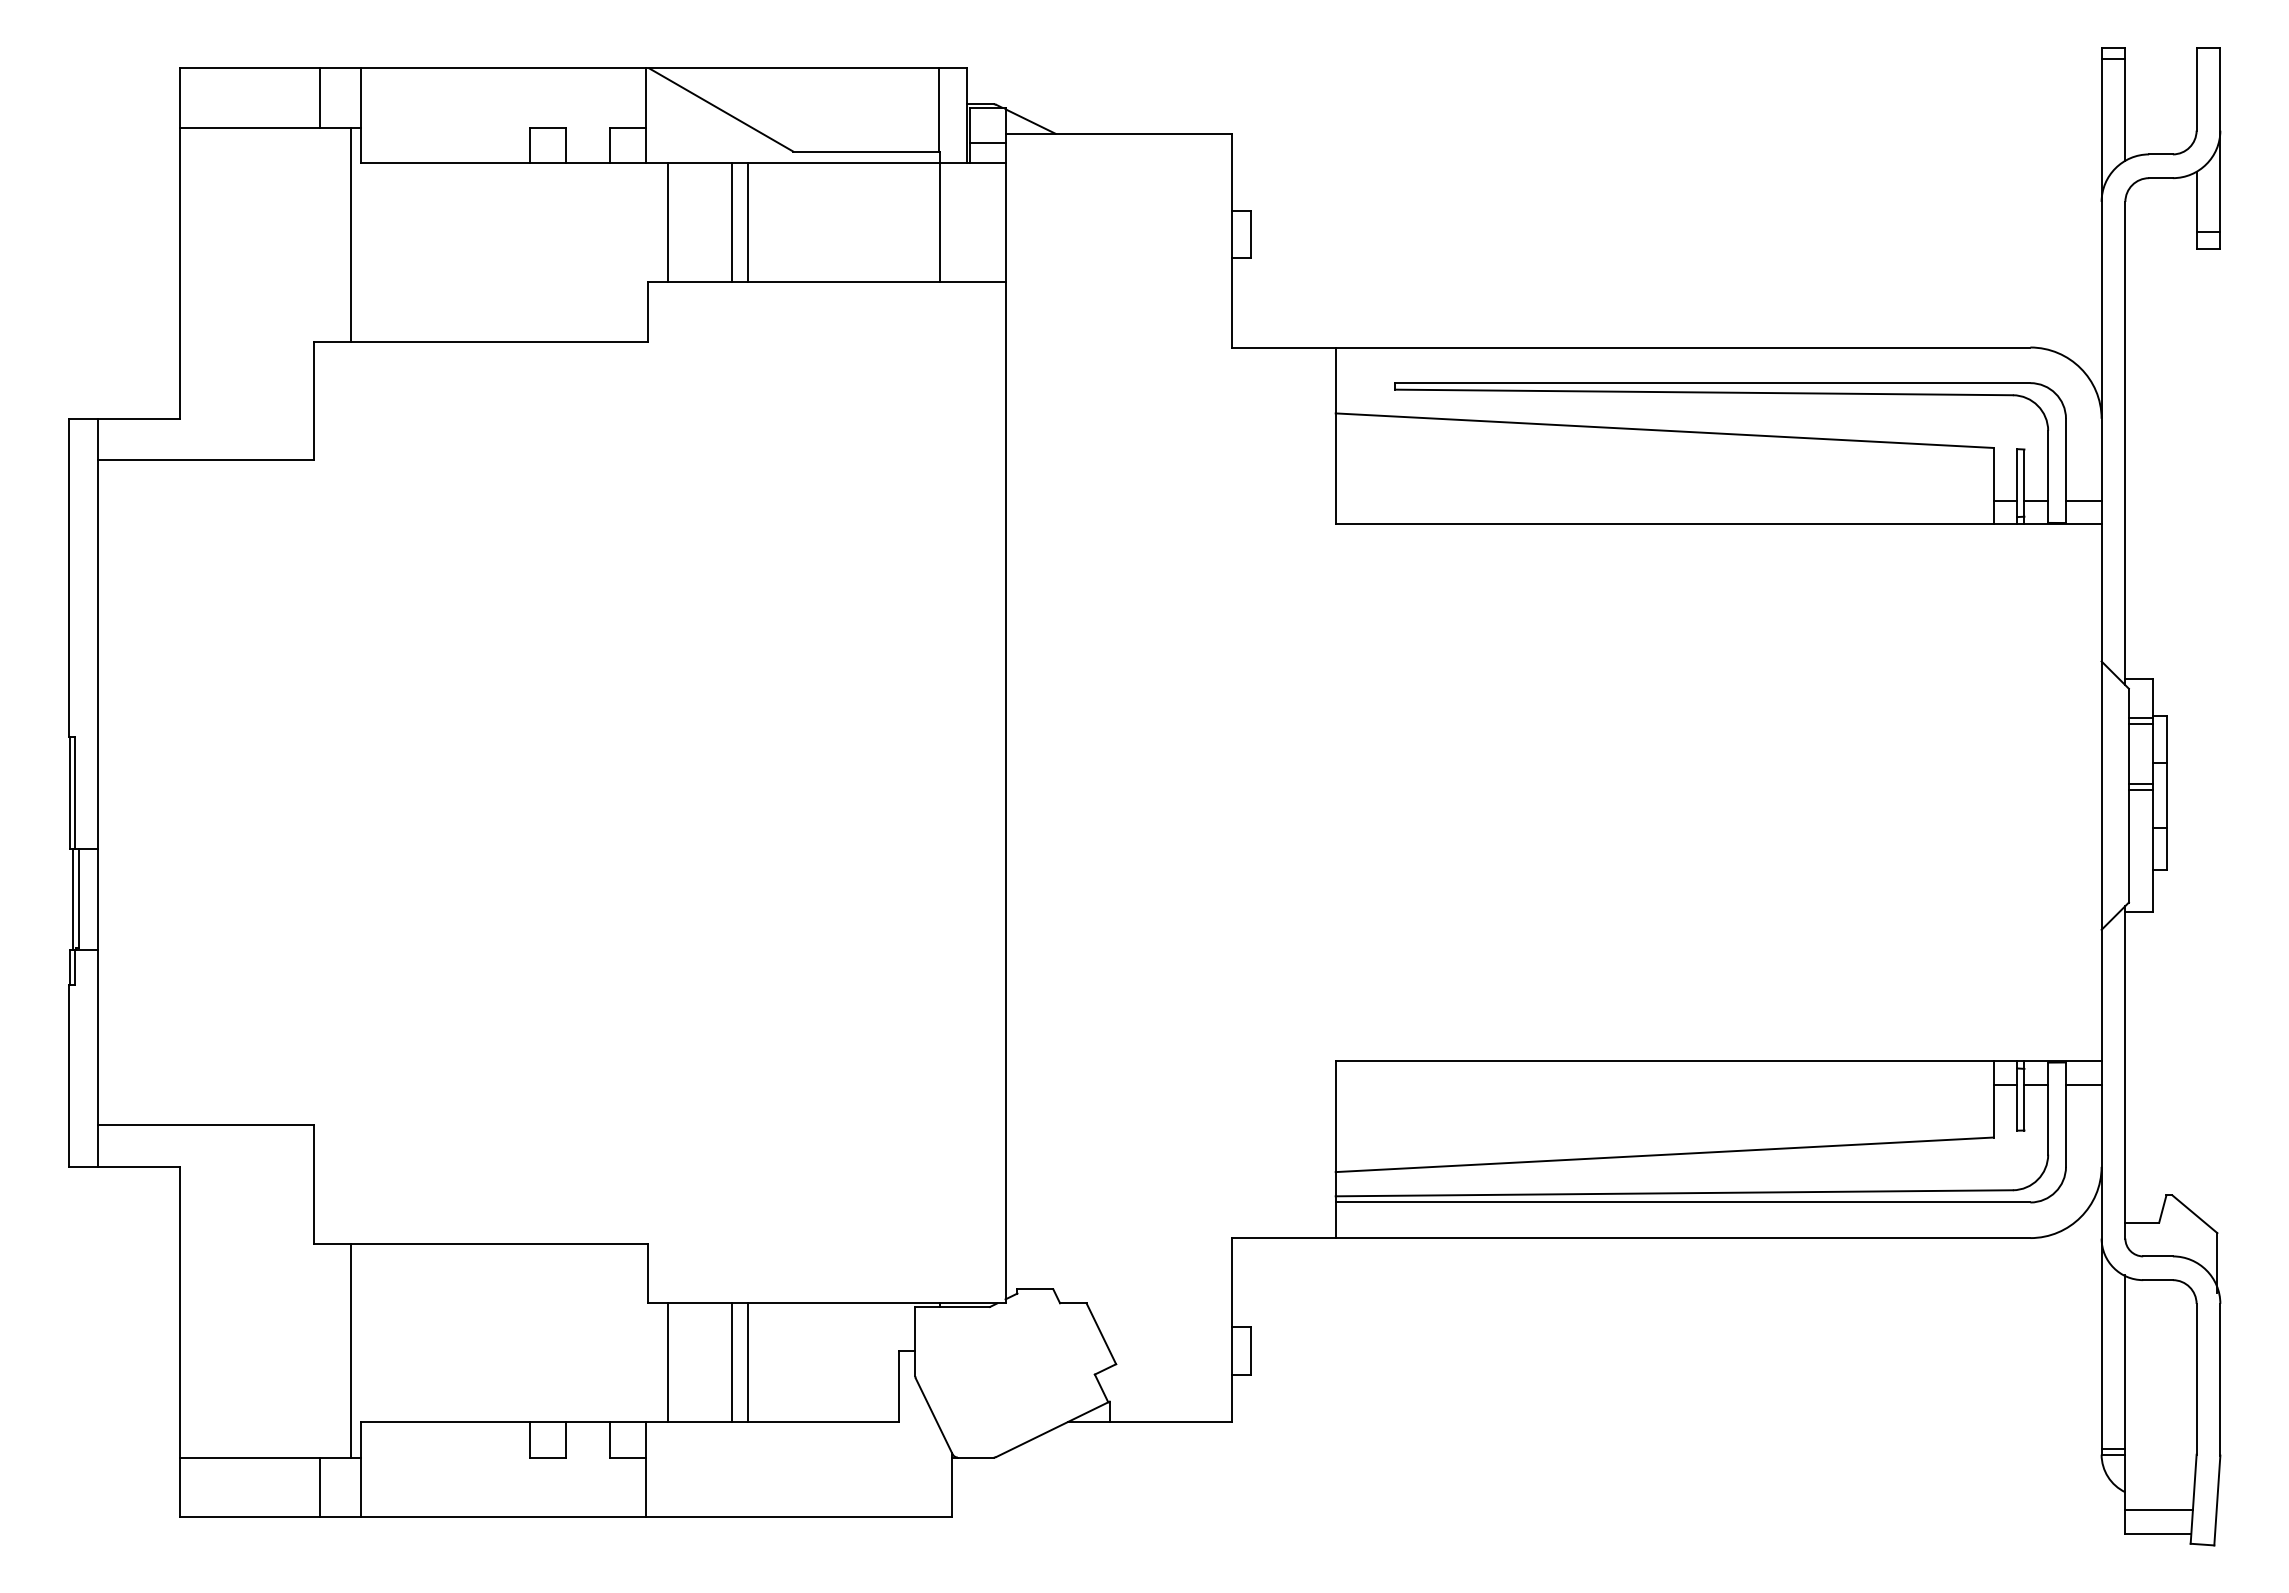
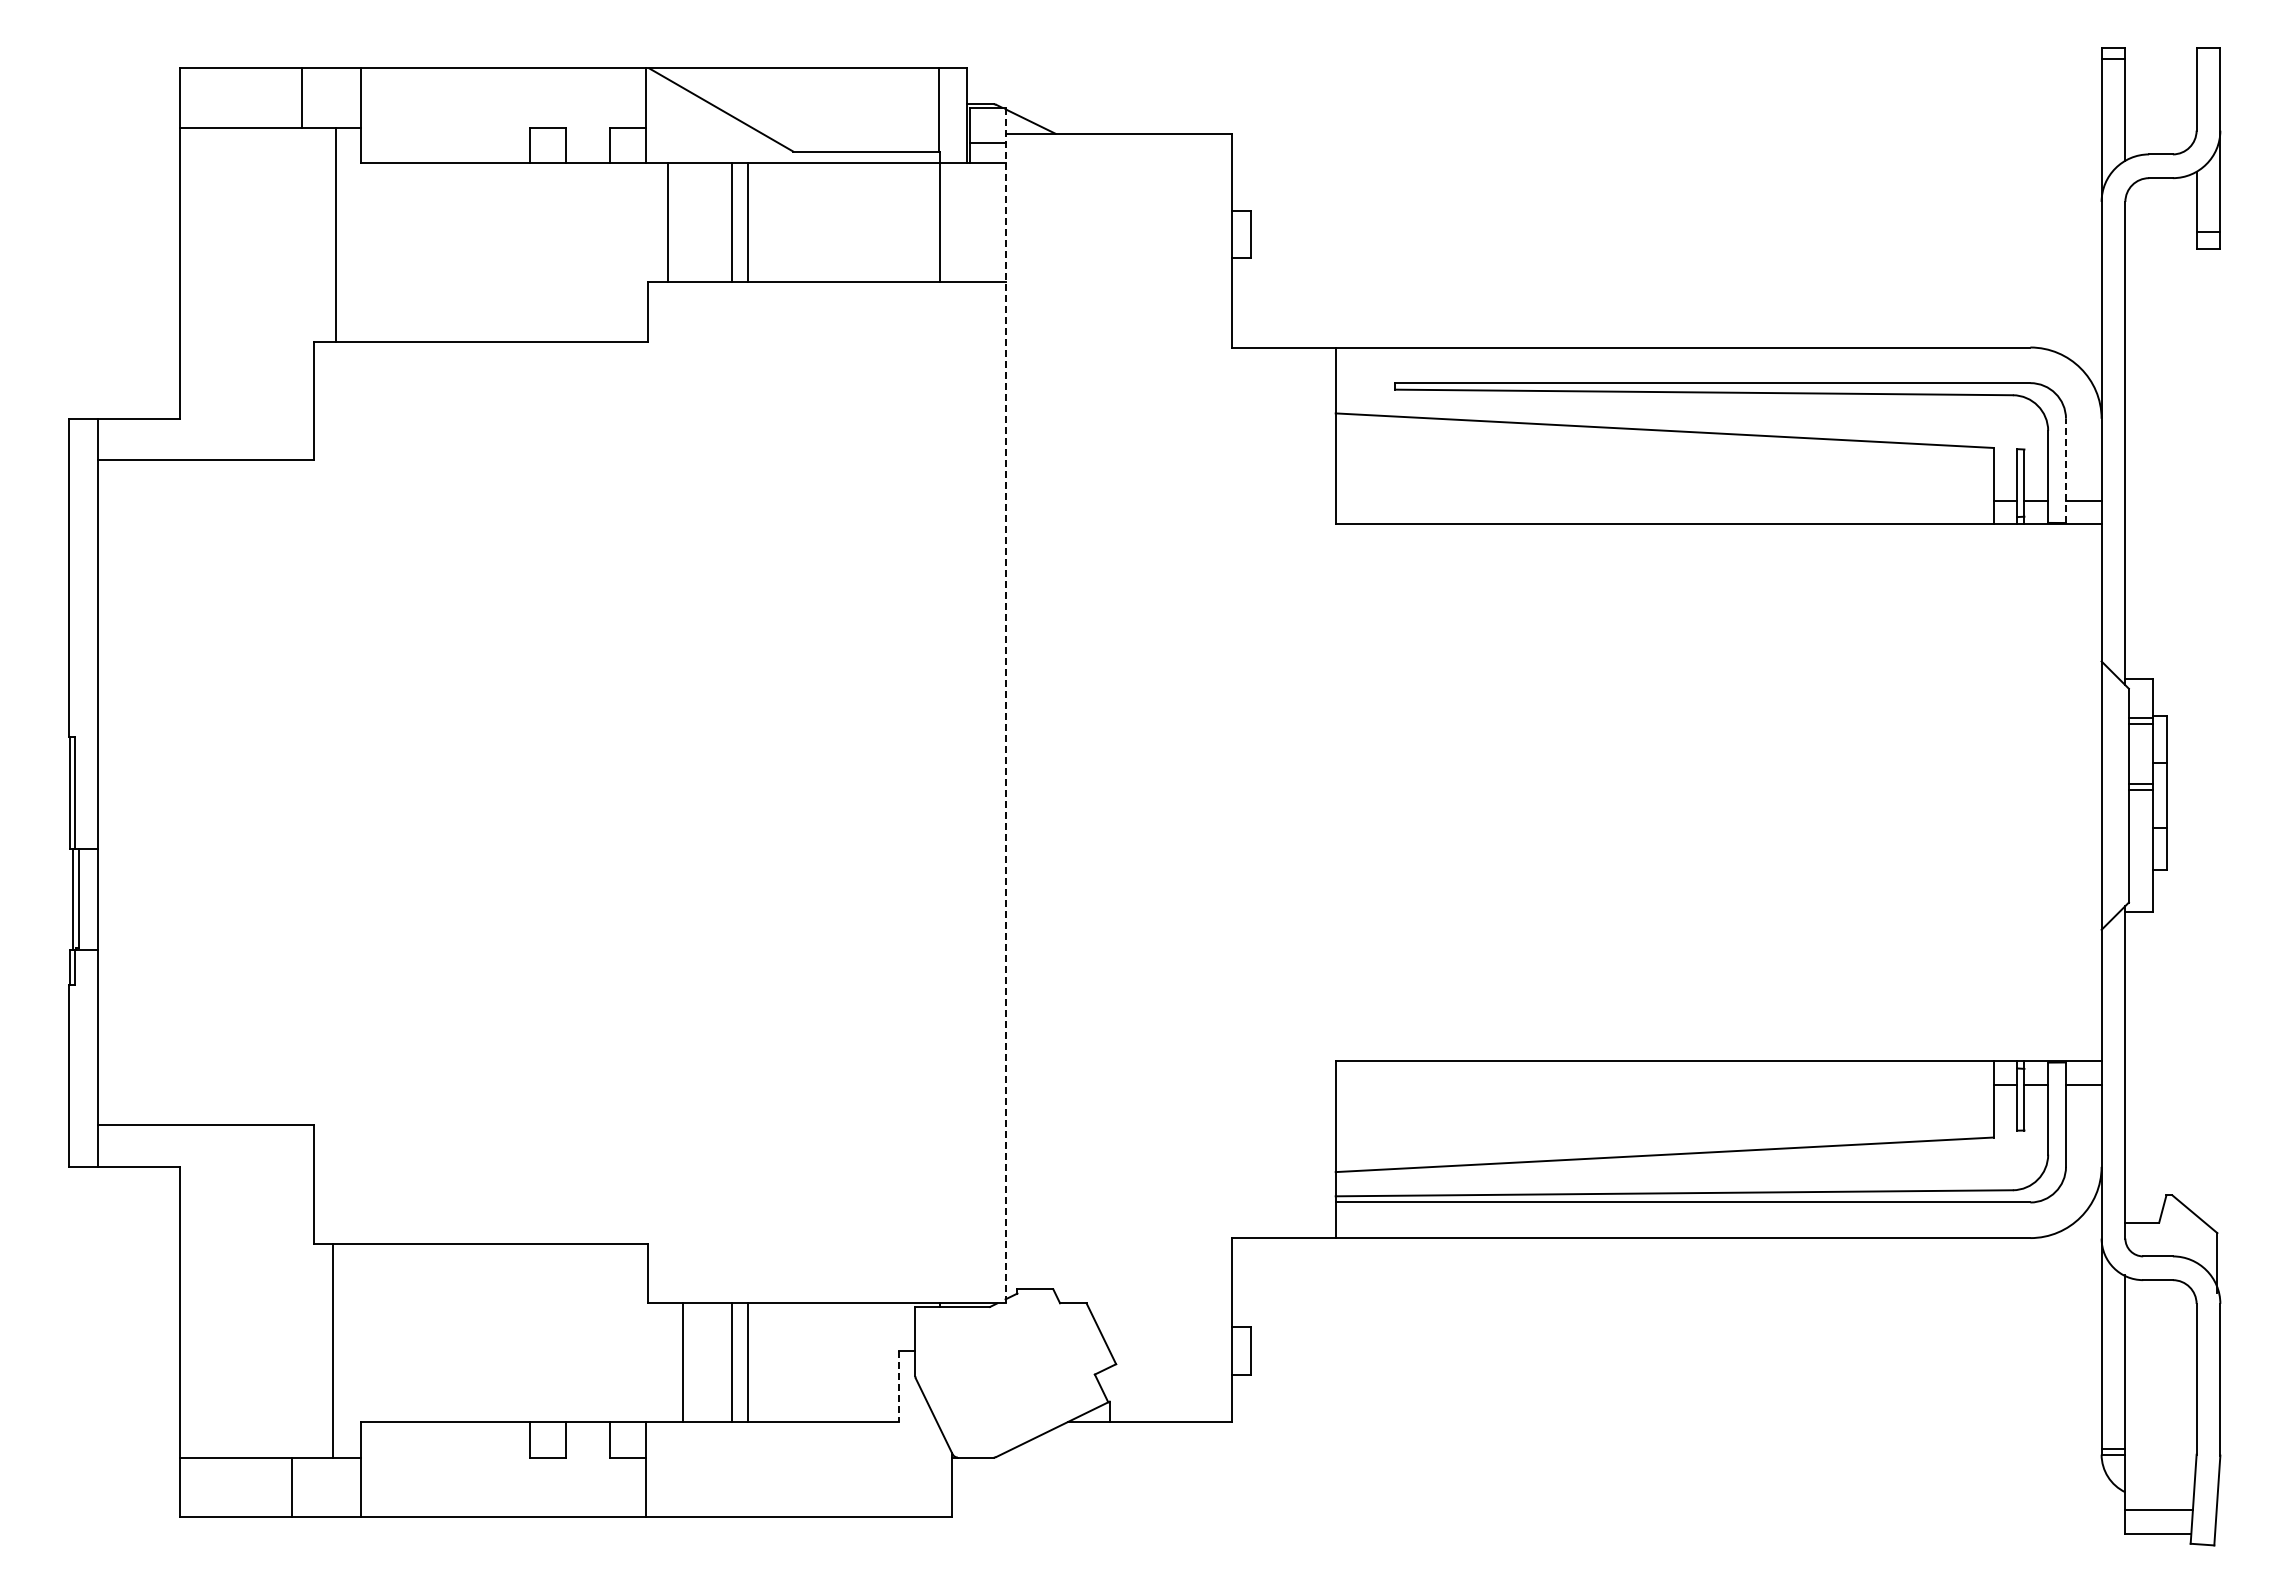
line at (320, 97) position: (320, 97) -> (302, 97)
line at (351, 234) position: (351, 234) -> (336, 234)
line at (2065, 470): solid -> dashed
line at (1005, 705): solid -> dashed
line at (351, 1350) position: (351, 1350) -> (333, 1350)
line at (668, 1362) position: (668, 1362) -> (683, 1362)
line at (898, 1386): solid -> dashed
line at (320, 1487) position: (320, 1487) -> (292, 1487)
